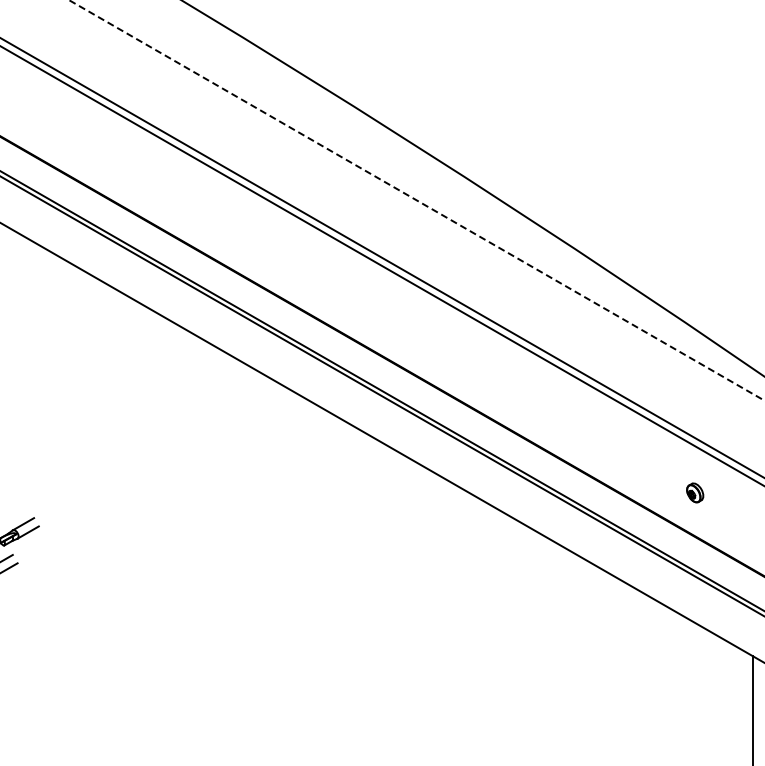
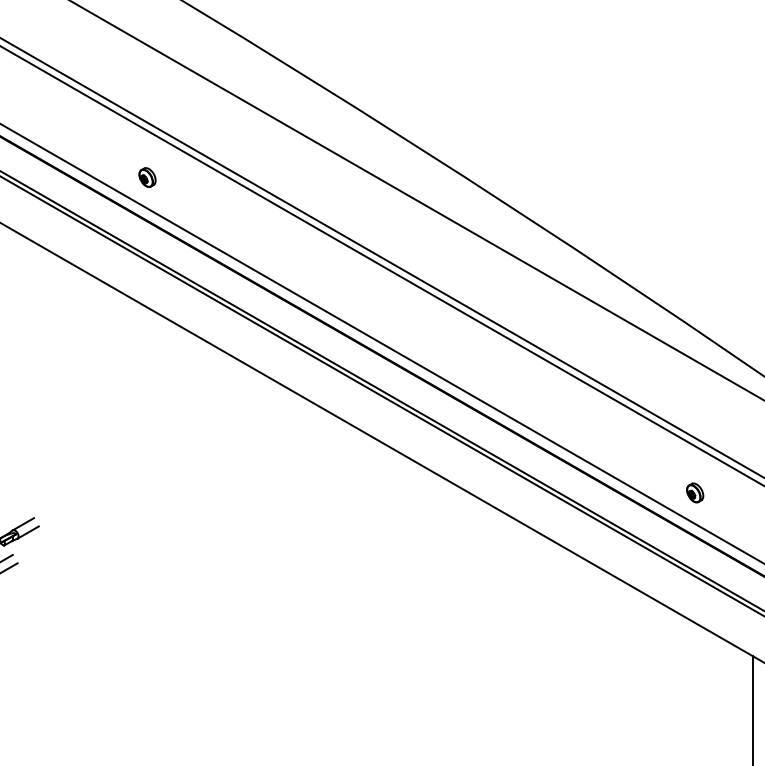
part at (147, 177): none -> present
line at (416, 200): dashed -> solid
line at (381, 343): none -> present
